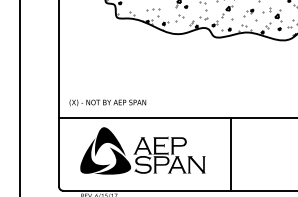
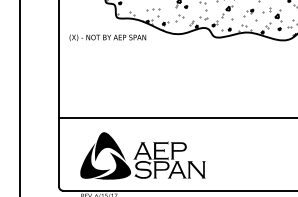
text at (107, 102) position: (107, 102) -> (107, 37)
part at (142, 150) position: (142, 150) -> (142, 155)
line at (231, 153): present -> none
